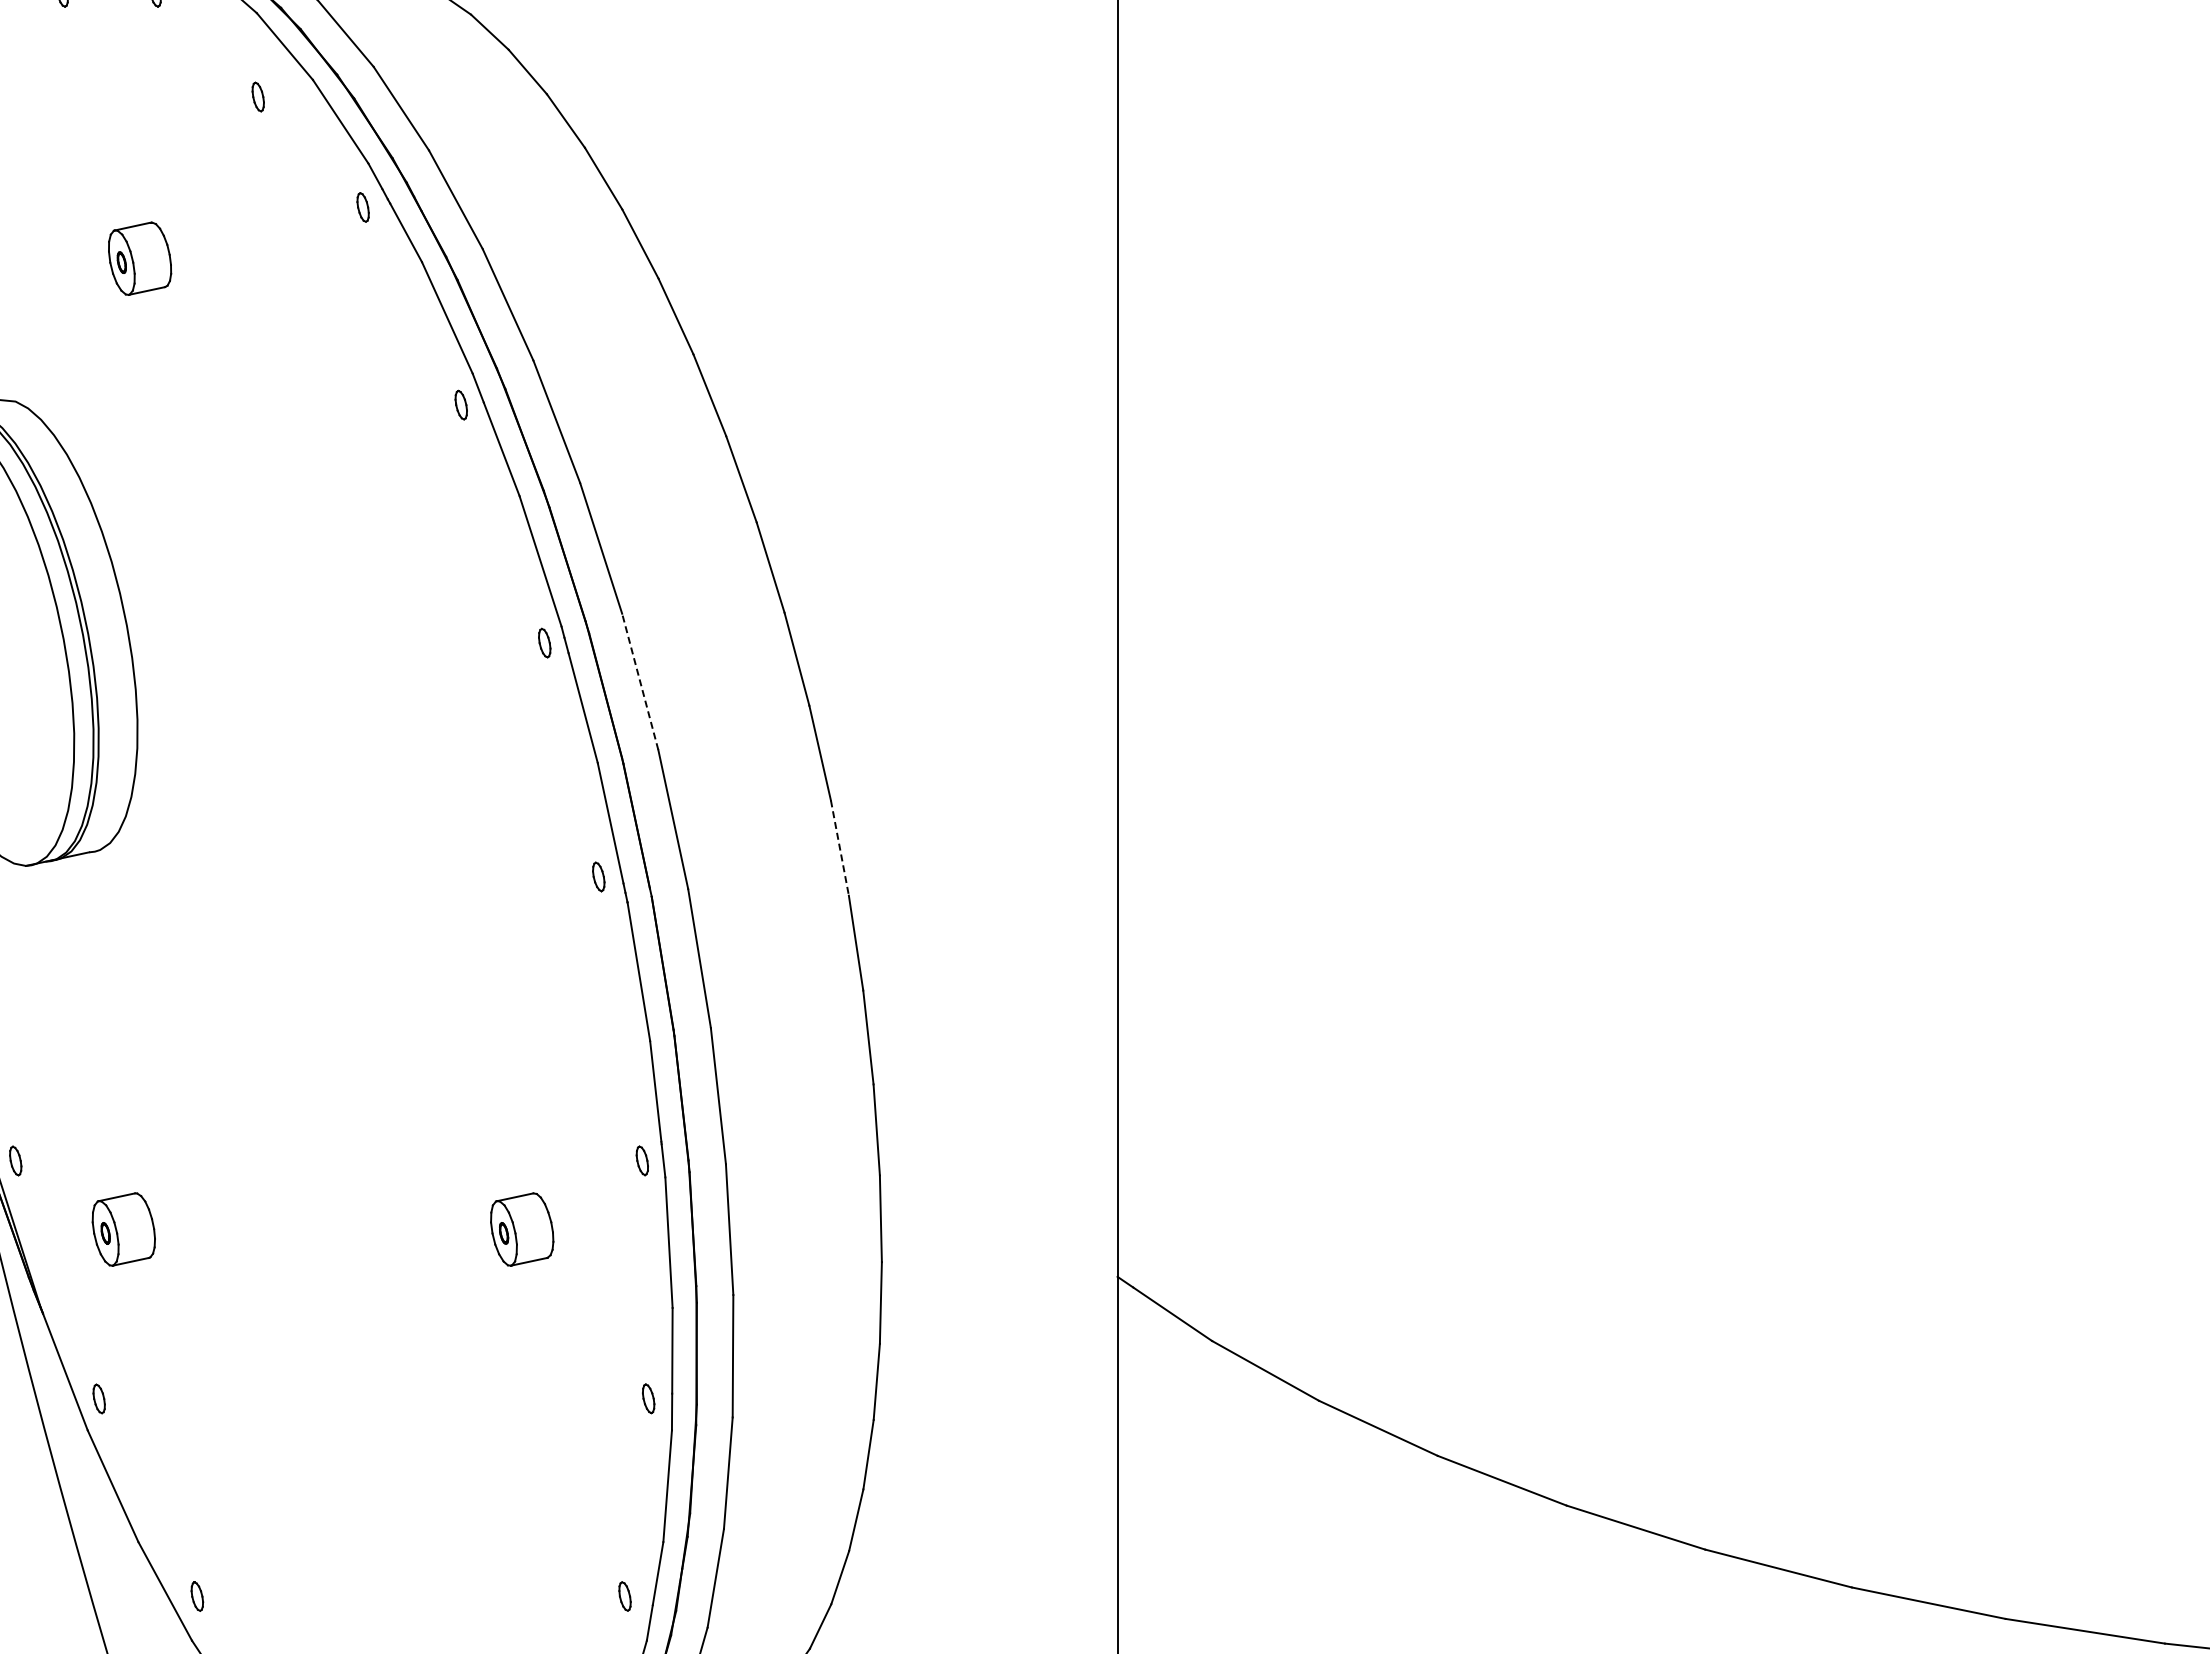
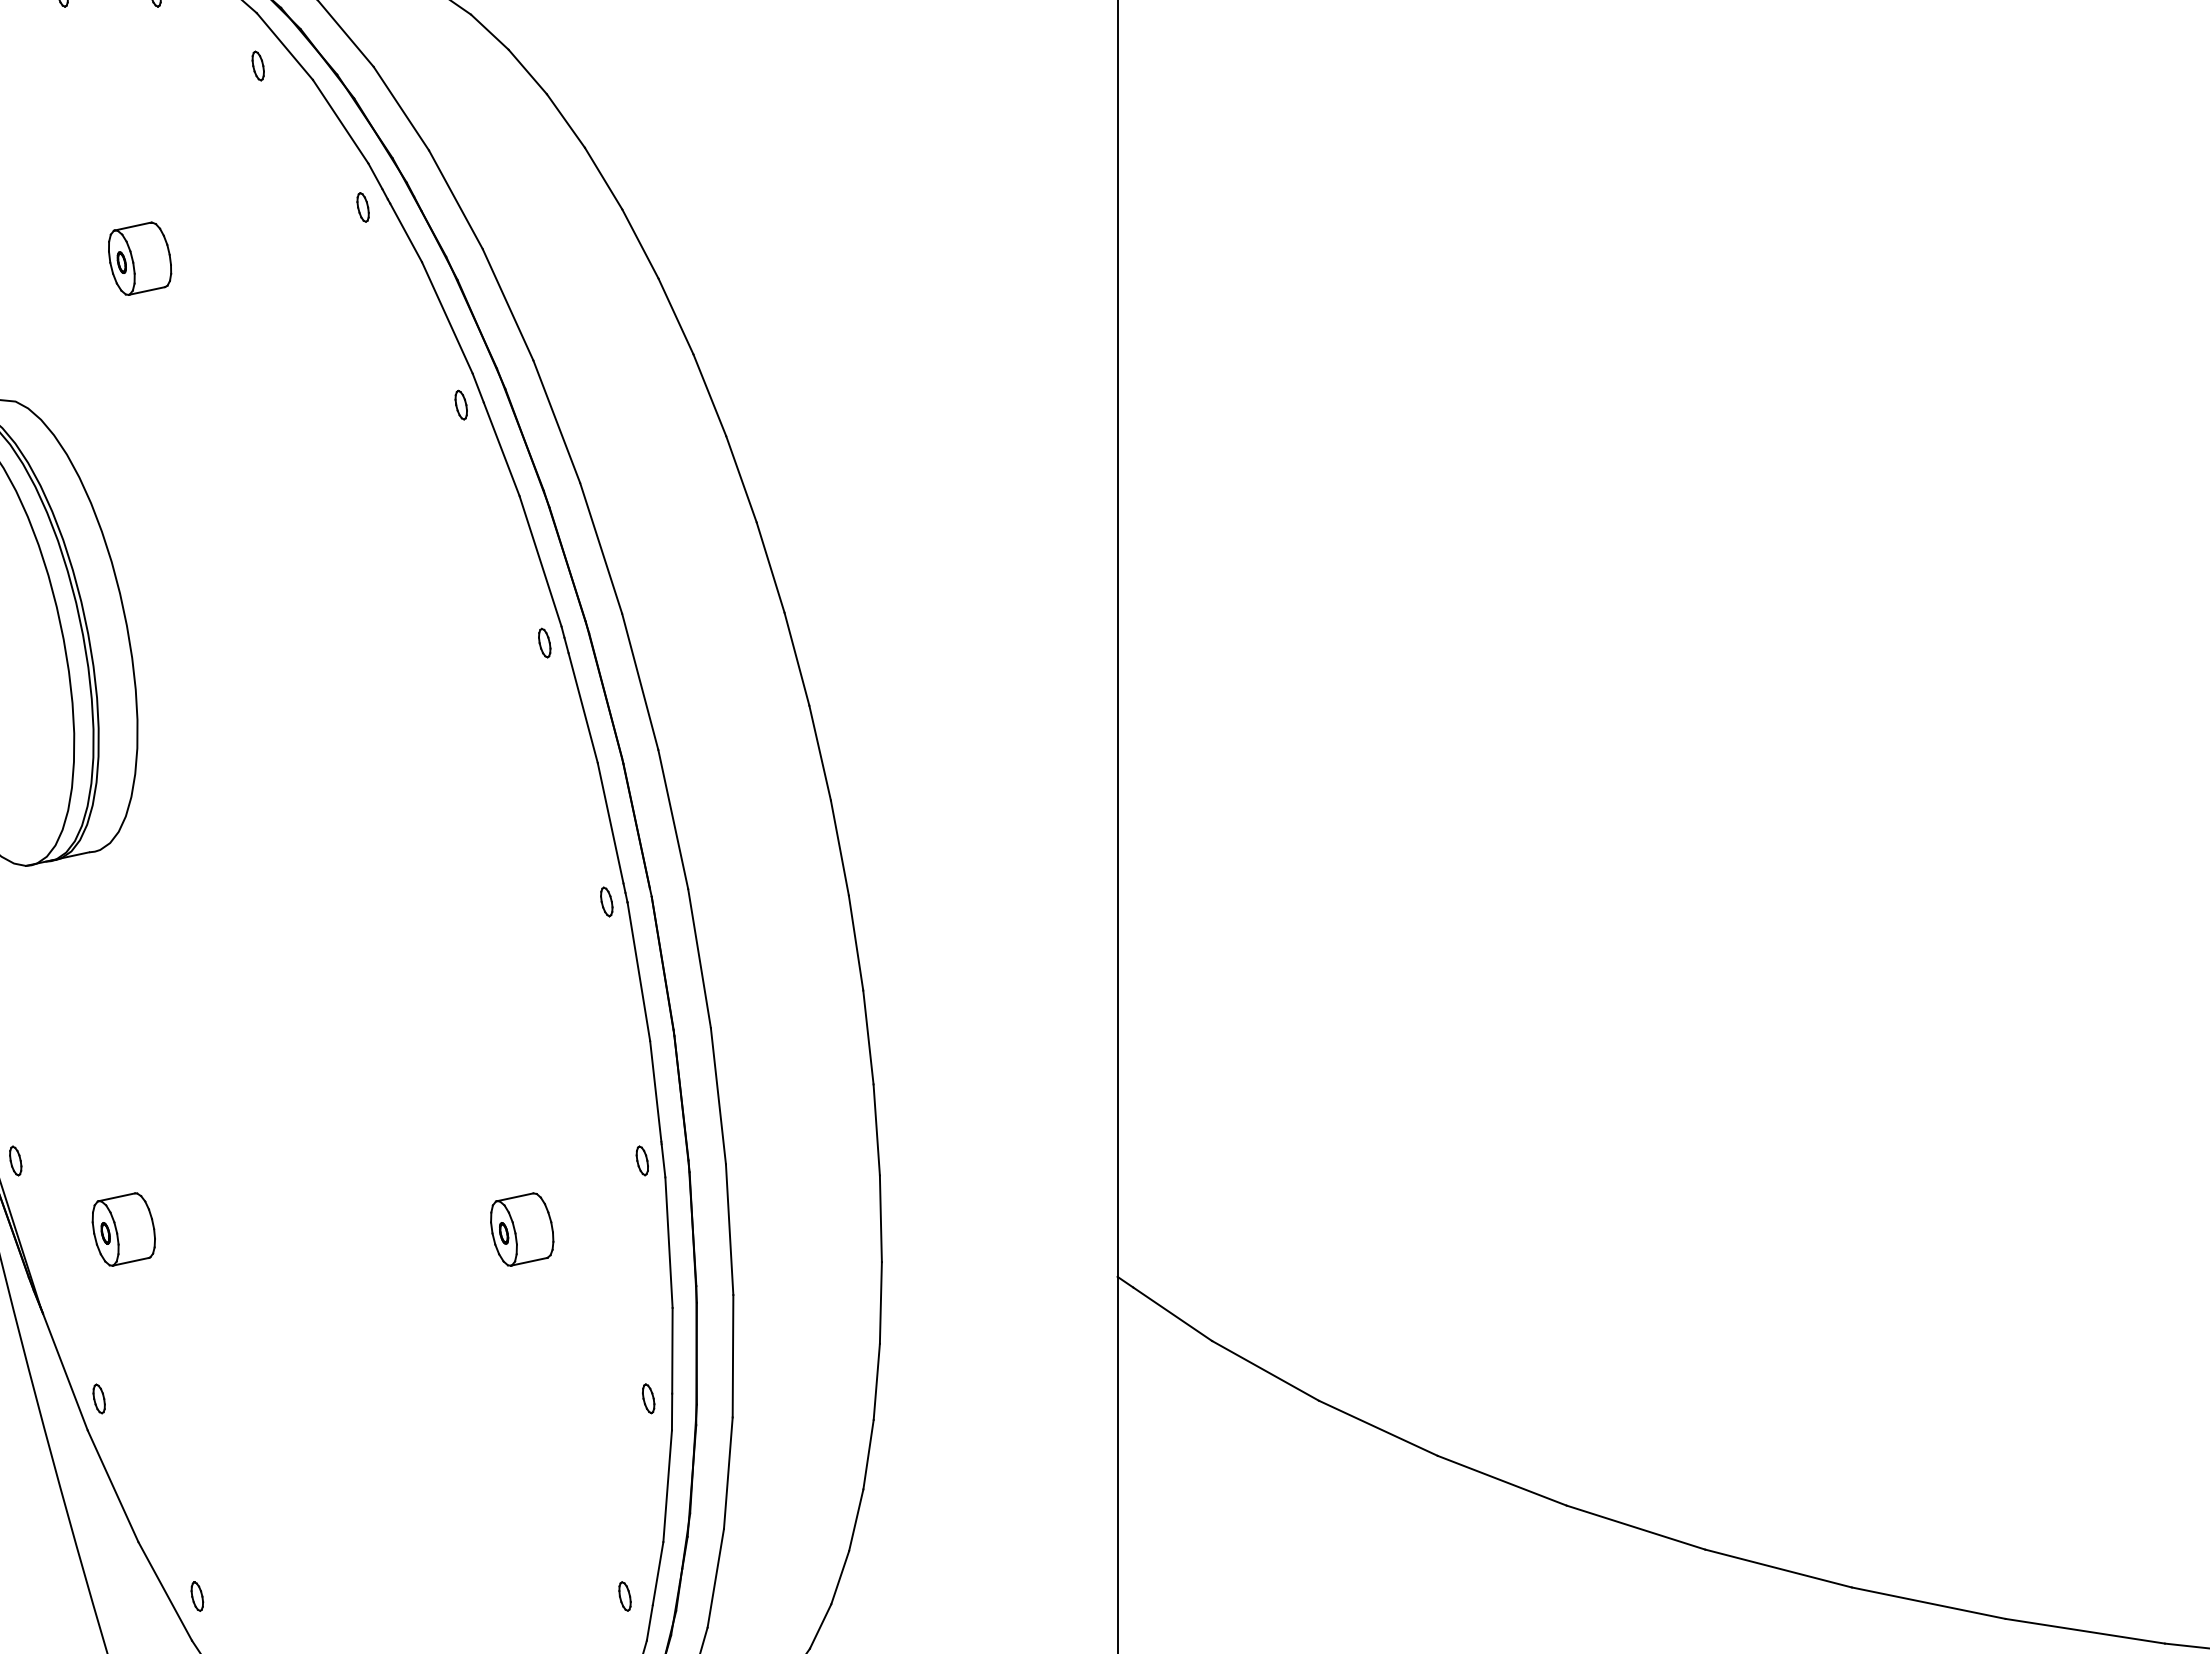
part at (257, 96) position: (257, 96) -> (257, 65)
line at (640, 681): dashed -> solid
line at (839, 848): dashed -> solid
part at (598, 876) position: (598, 876) -> (606, 901)
